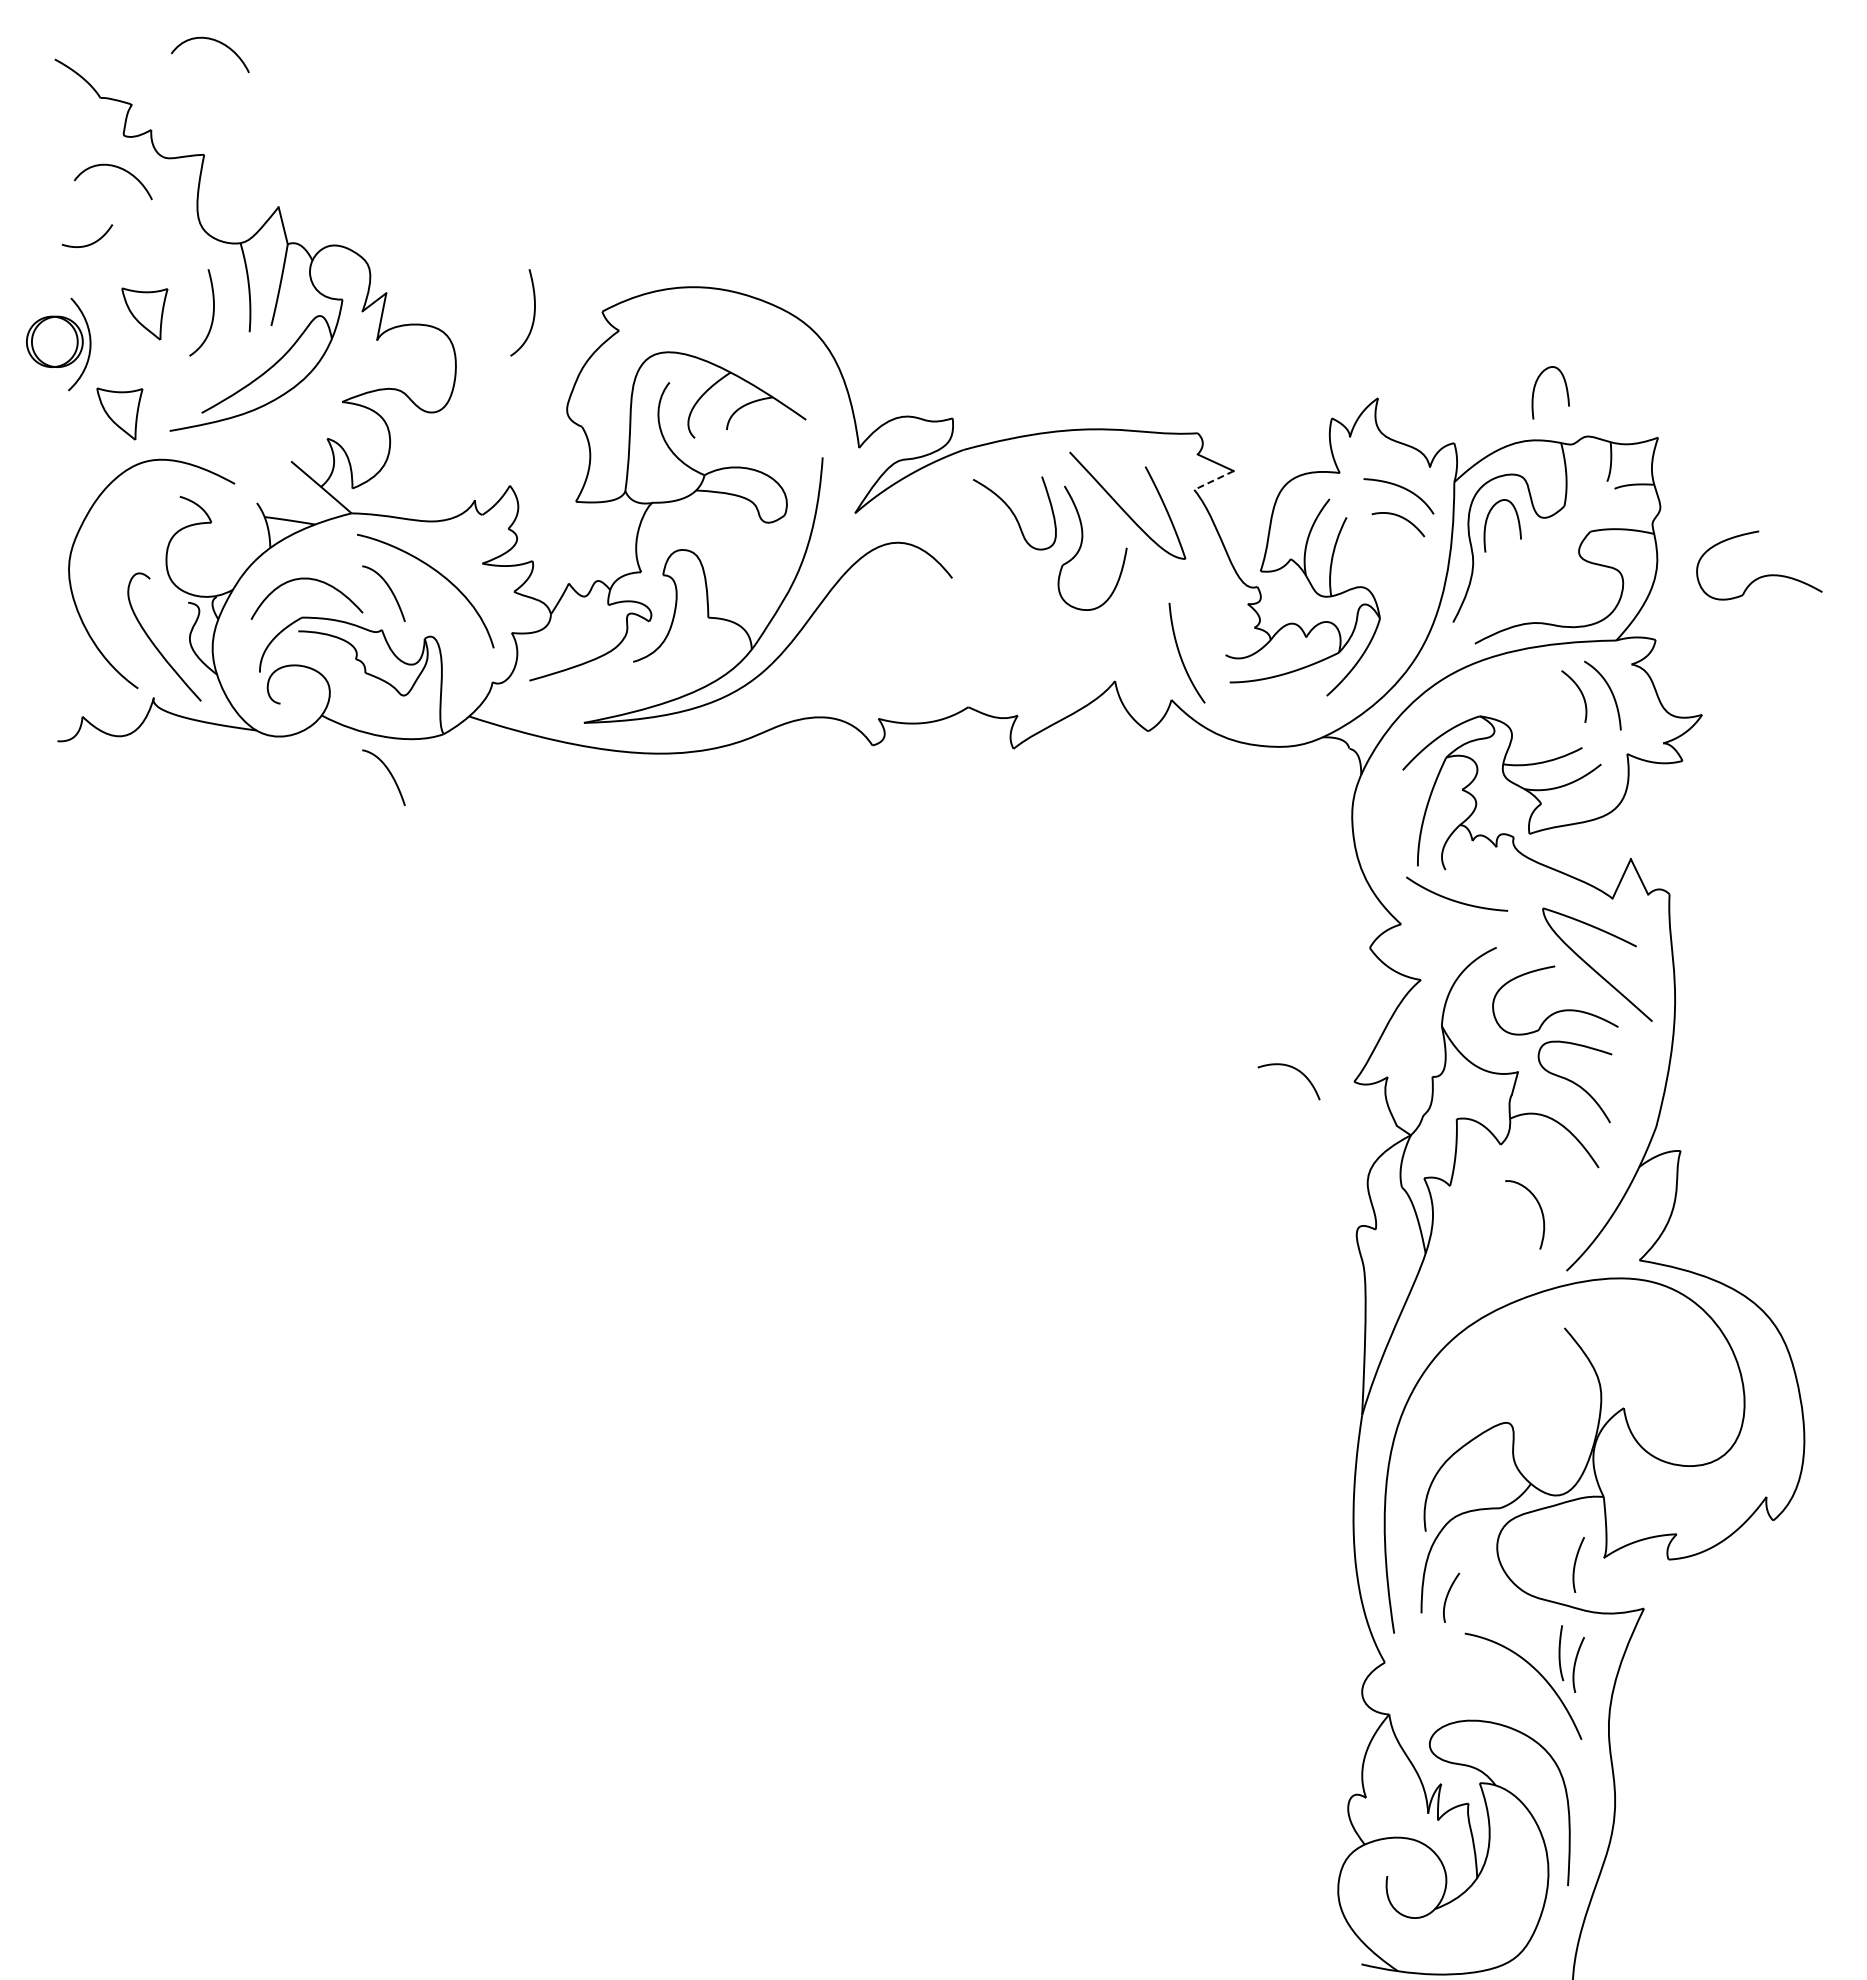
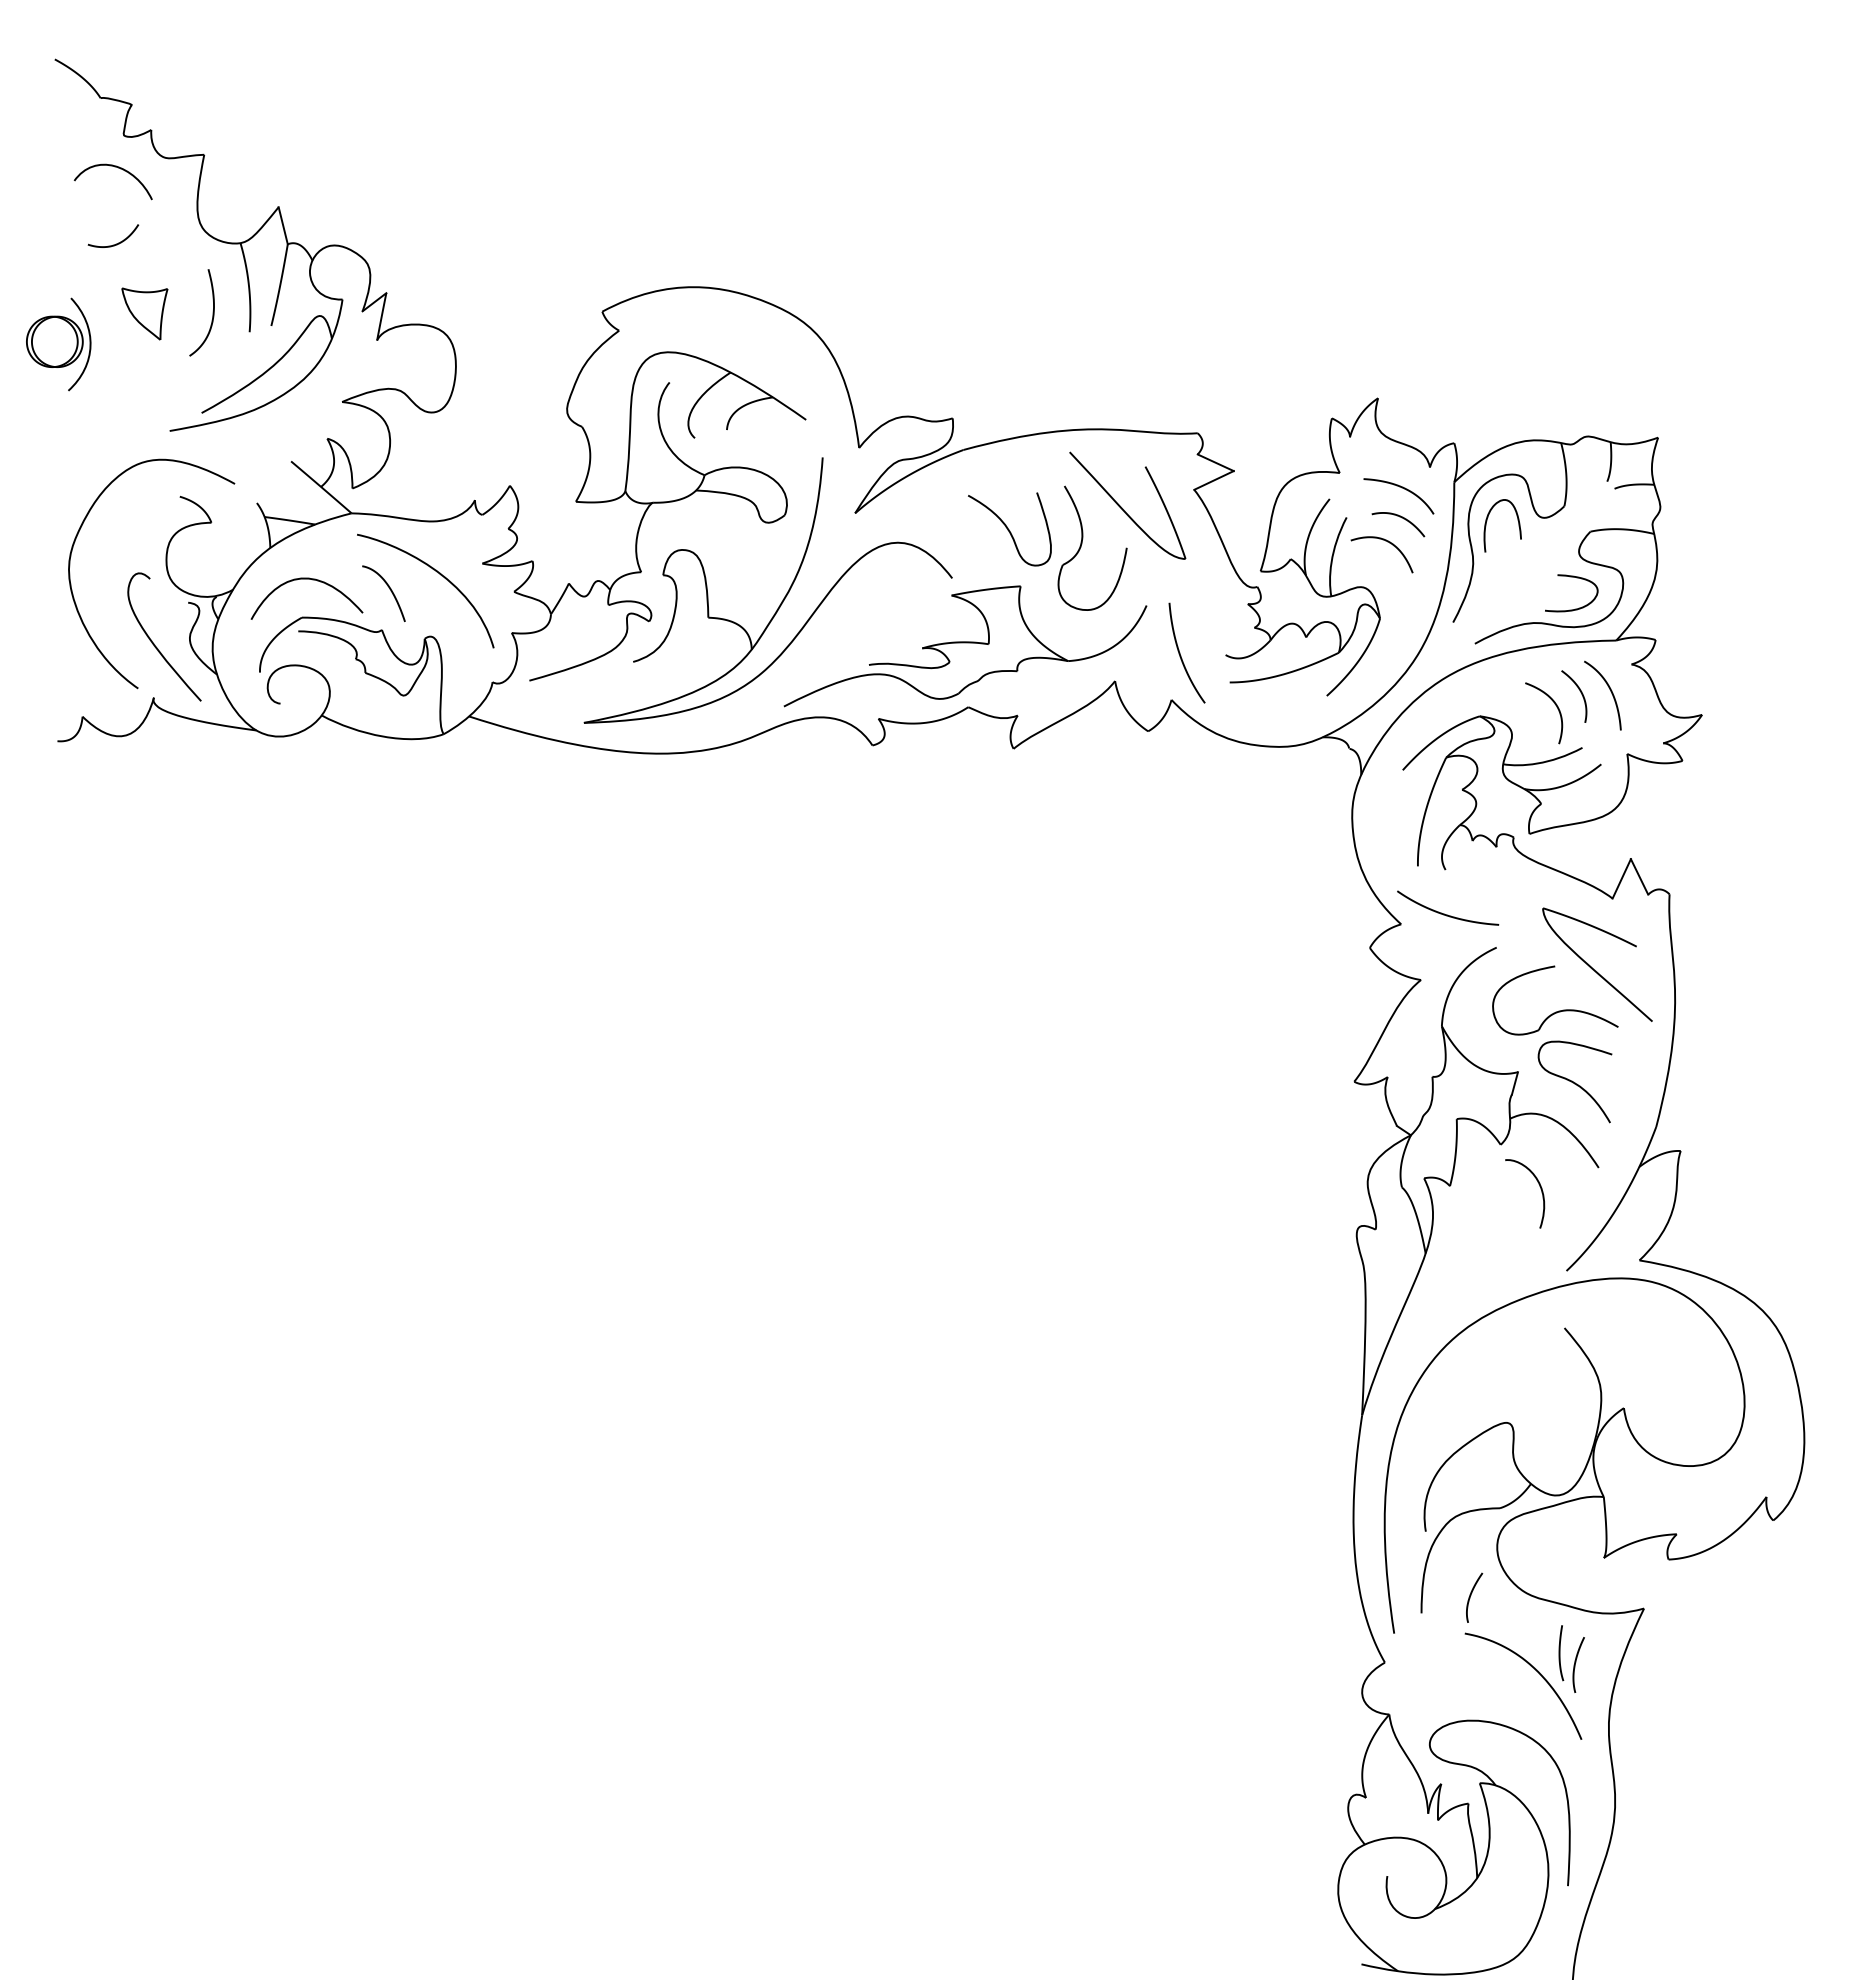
curve at (211, 40): present -> none
curve at (90, 243) position: (90, 243) -> (116, 243)
curve at (533, 312): present -> none
curve at (1535, 388): present -> none
part at (119, 413): present -> none
line at (1214, 480): dashed -> solid
curve at (1014, 513) position: (1014, 513) -> (1009, 529)
part at (1762, 575): present -> none
curve at (1575, 608): none -> present
part at (965, 646): none -> present
curve at (1556, 707): none -> present
curve at (389, 773): present -> none
curve at (1456, 900) position: (1456, 900) -> (1447, 914)
curve at (1294, 1069) position: (1294, 1069) -> (1387, 542)
curve at (1540, 1210) position: (1540, 1210) -> (1540, 1189)
curve at (1576, 1562): present -> none
curve at (1448, 1595) position: (1448, 1595) -> (1471, 1595)
